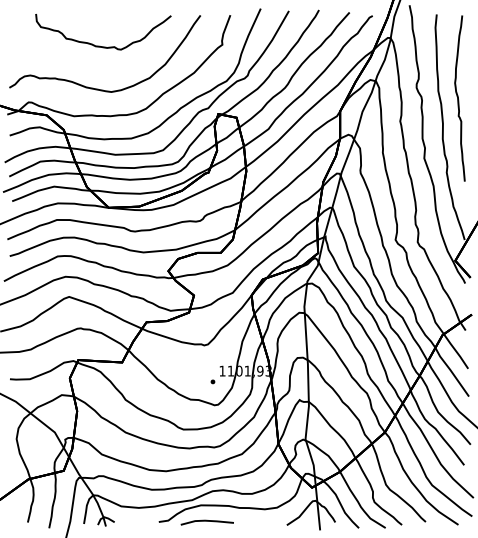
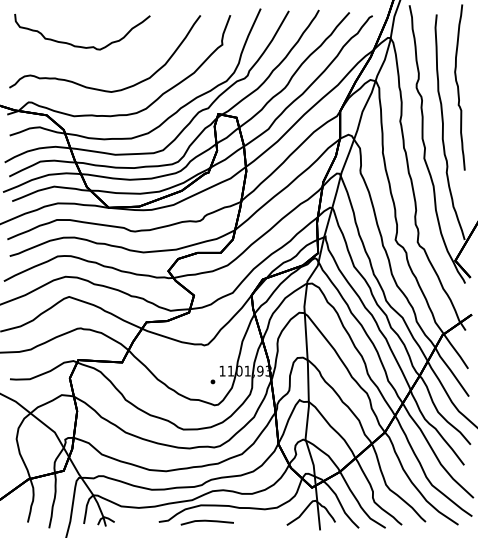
curve at (99, 45) position: (99, 45) -> (78, 45)
curve at (458, 98) position: (458, 98) -> (458, 87)
